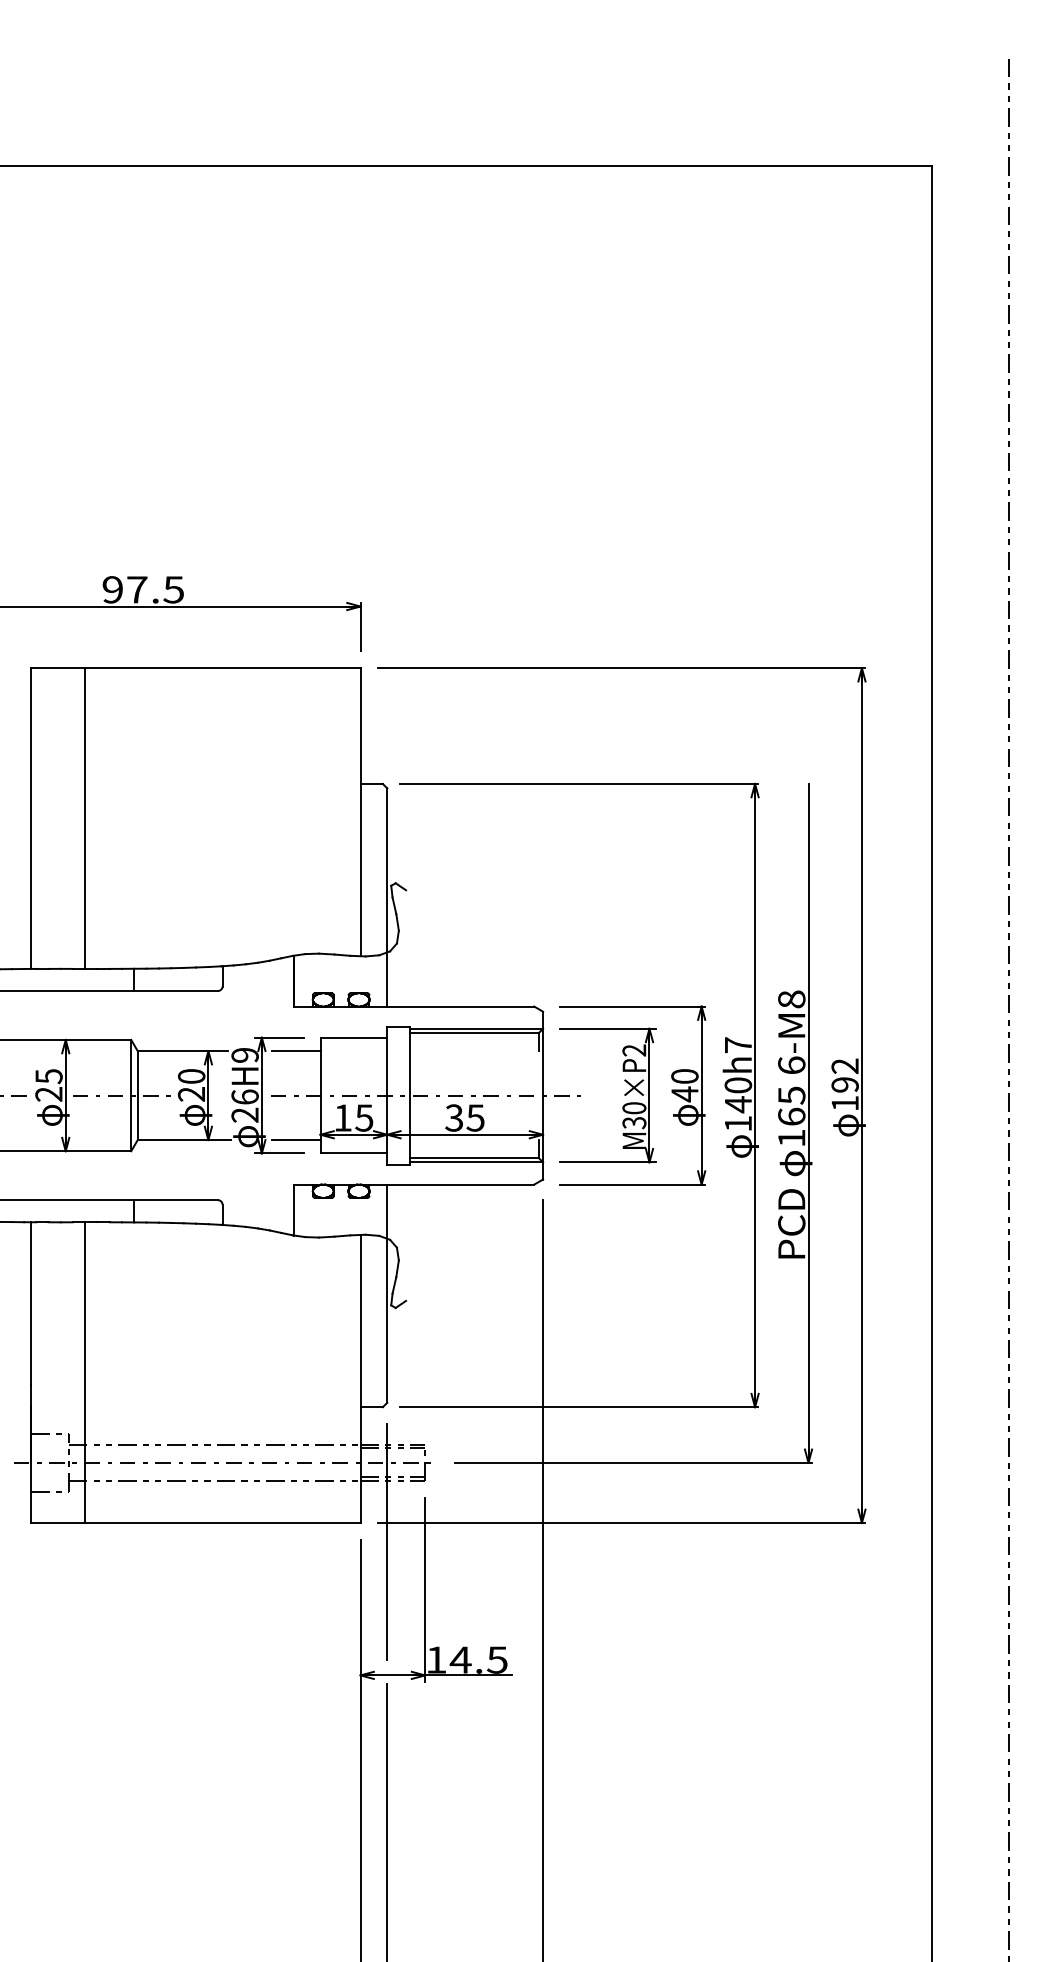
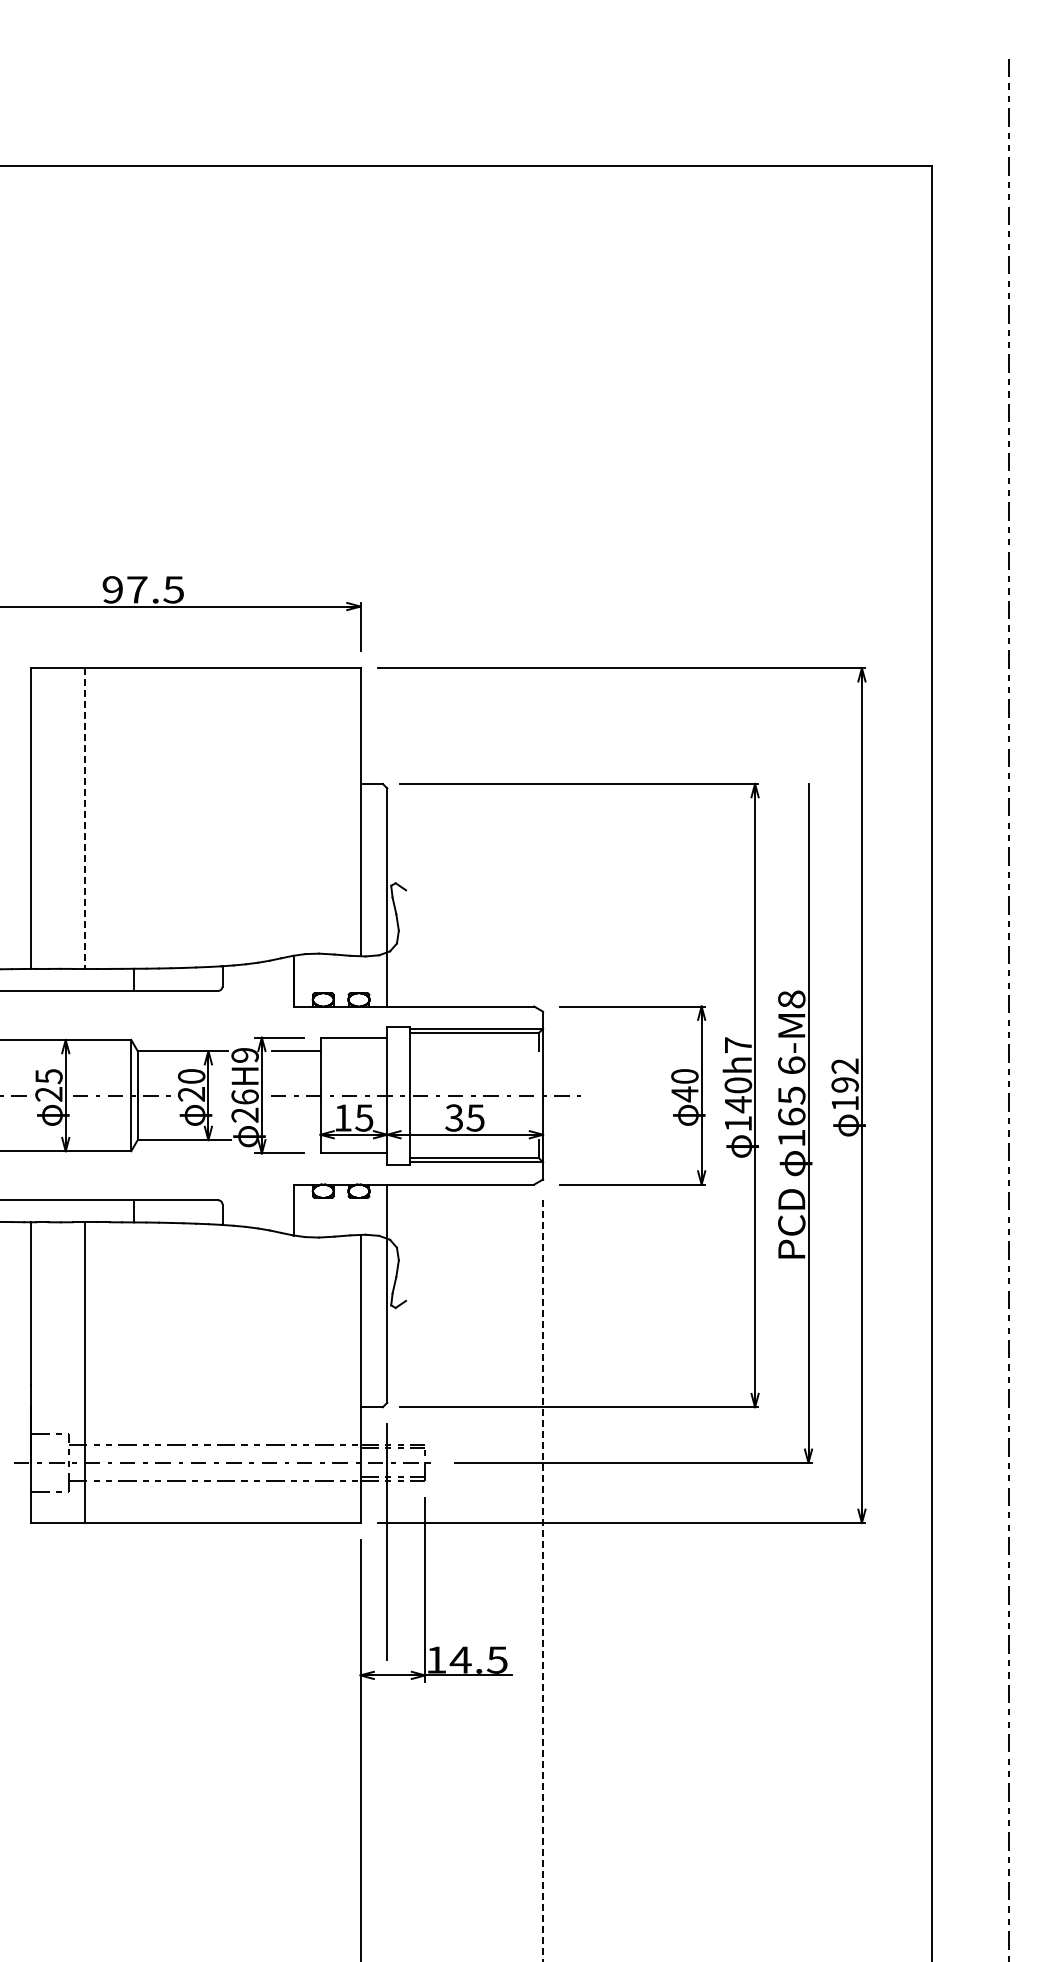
line at (84, 819): solid -> dashed
part at (624, 1095): present -> none
line at (295, 1140): present -> none
line at (543, 1580): solid -> dashed
line at (387, 1820): present -> none
